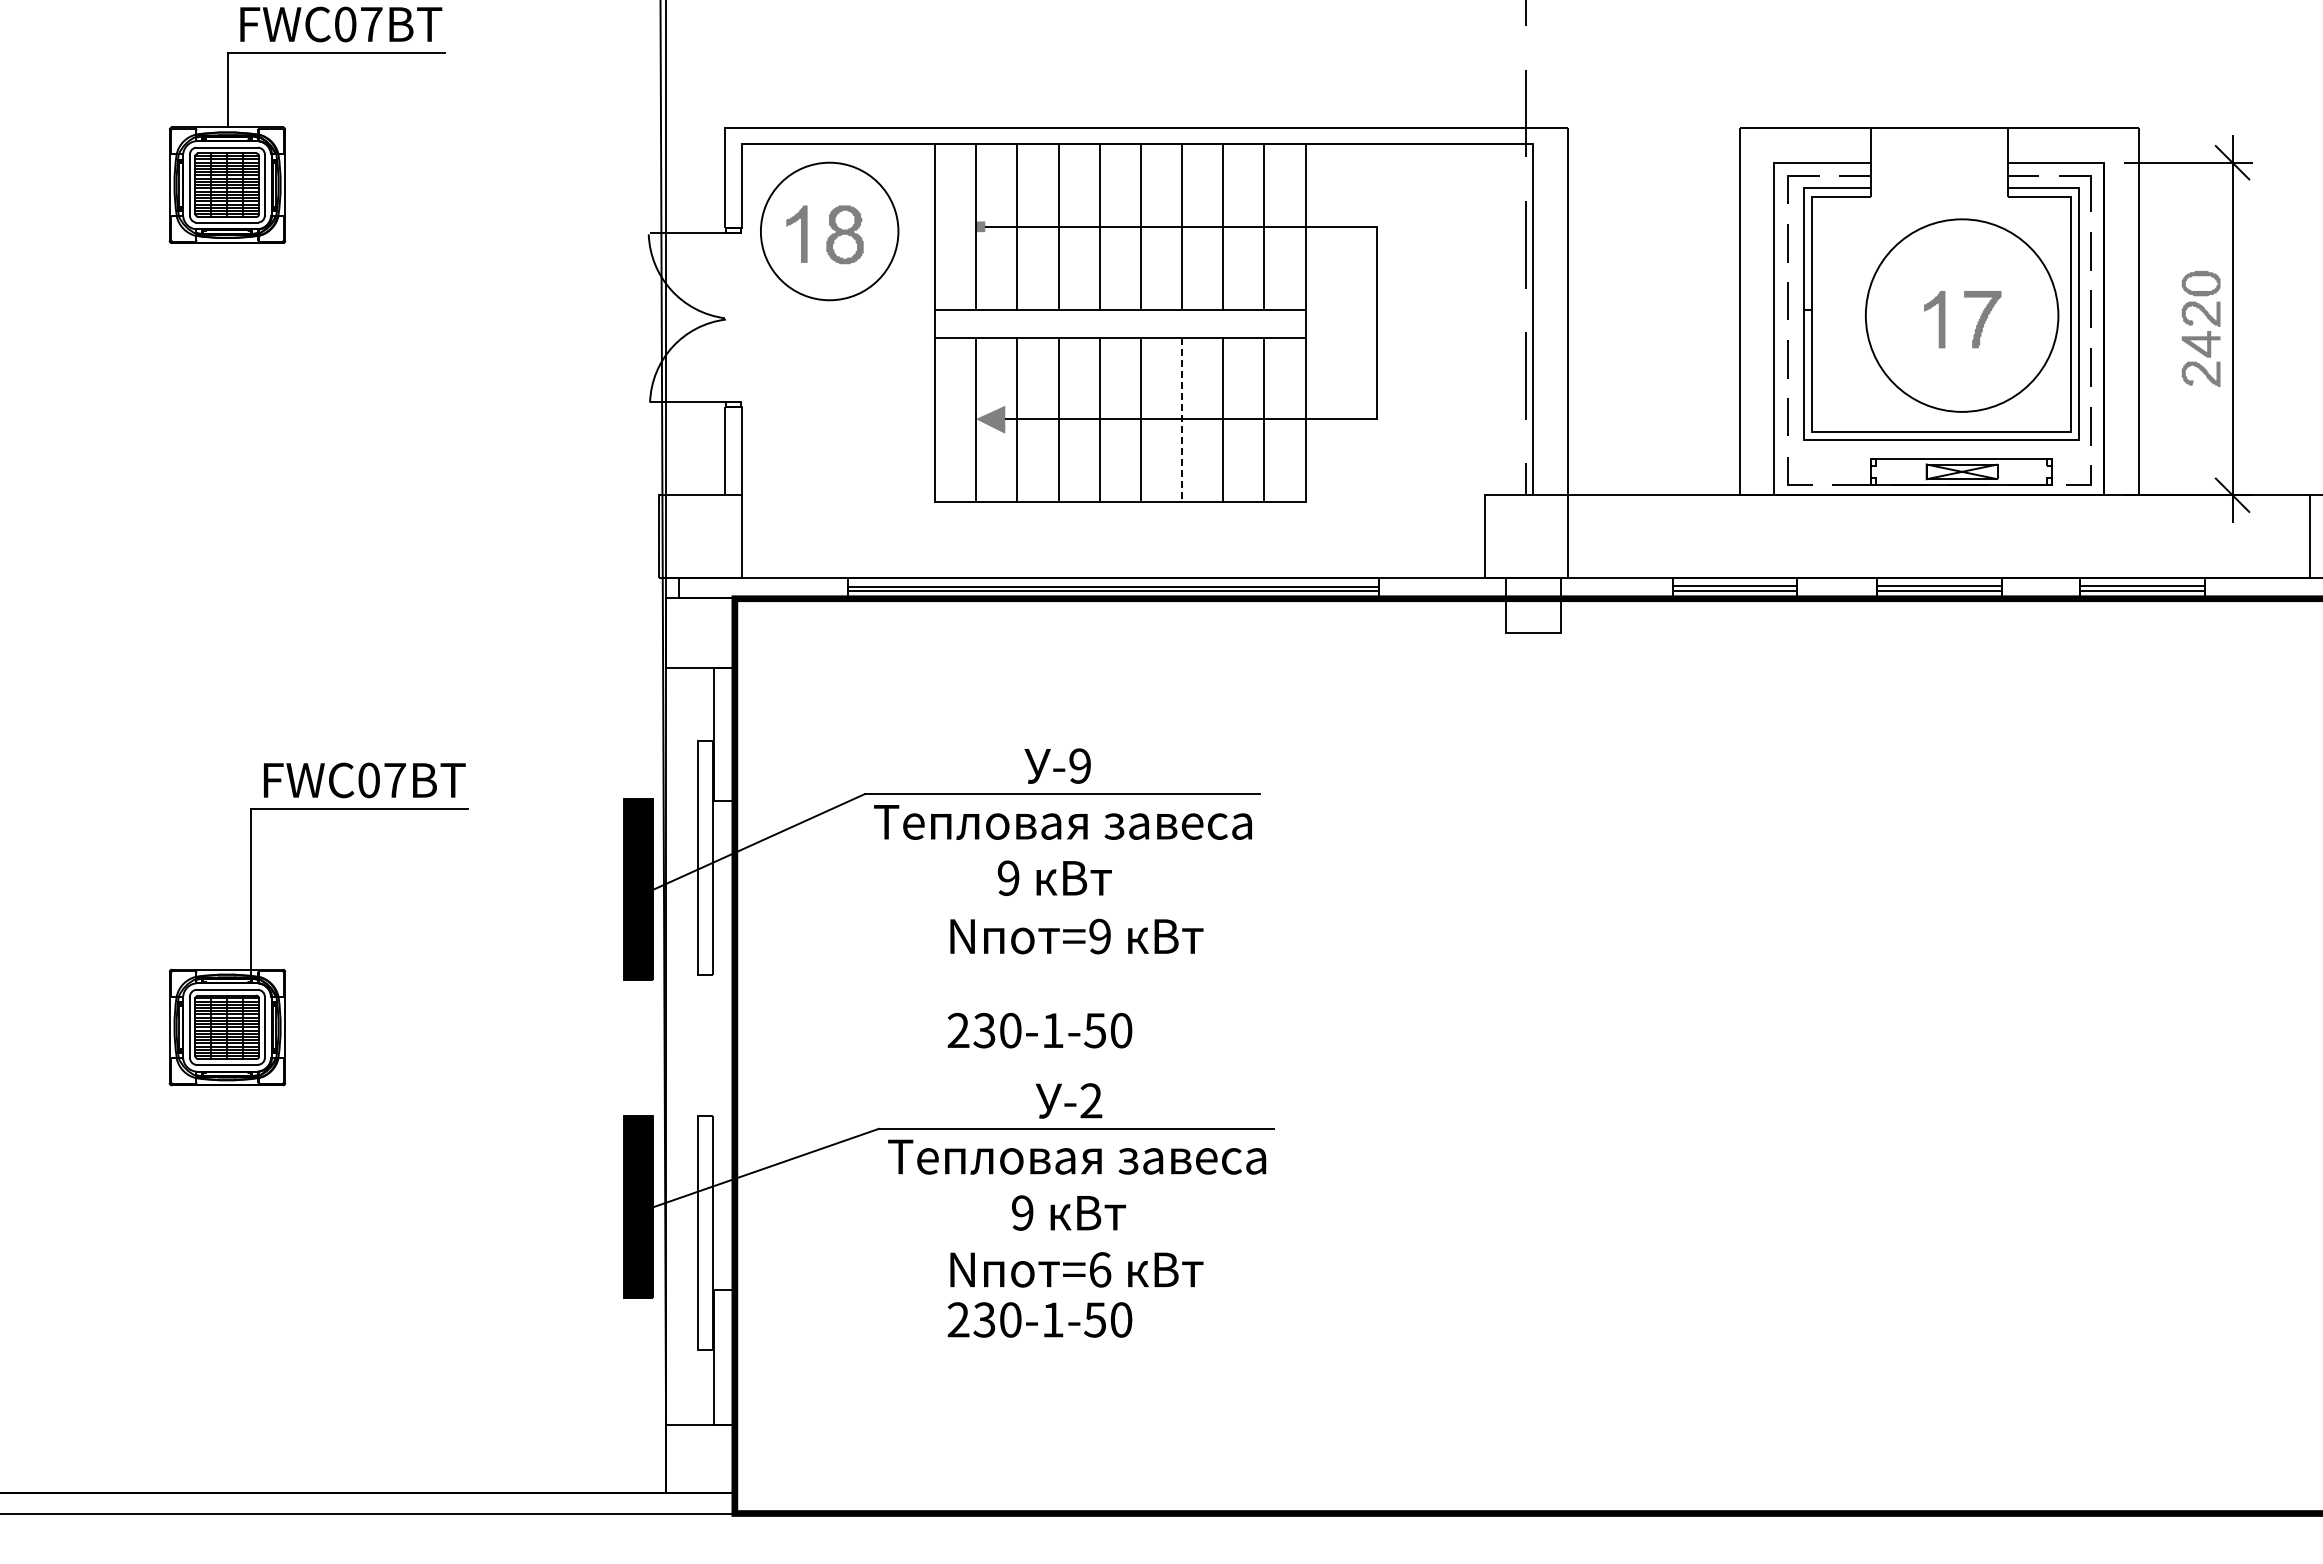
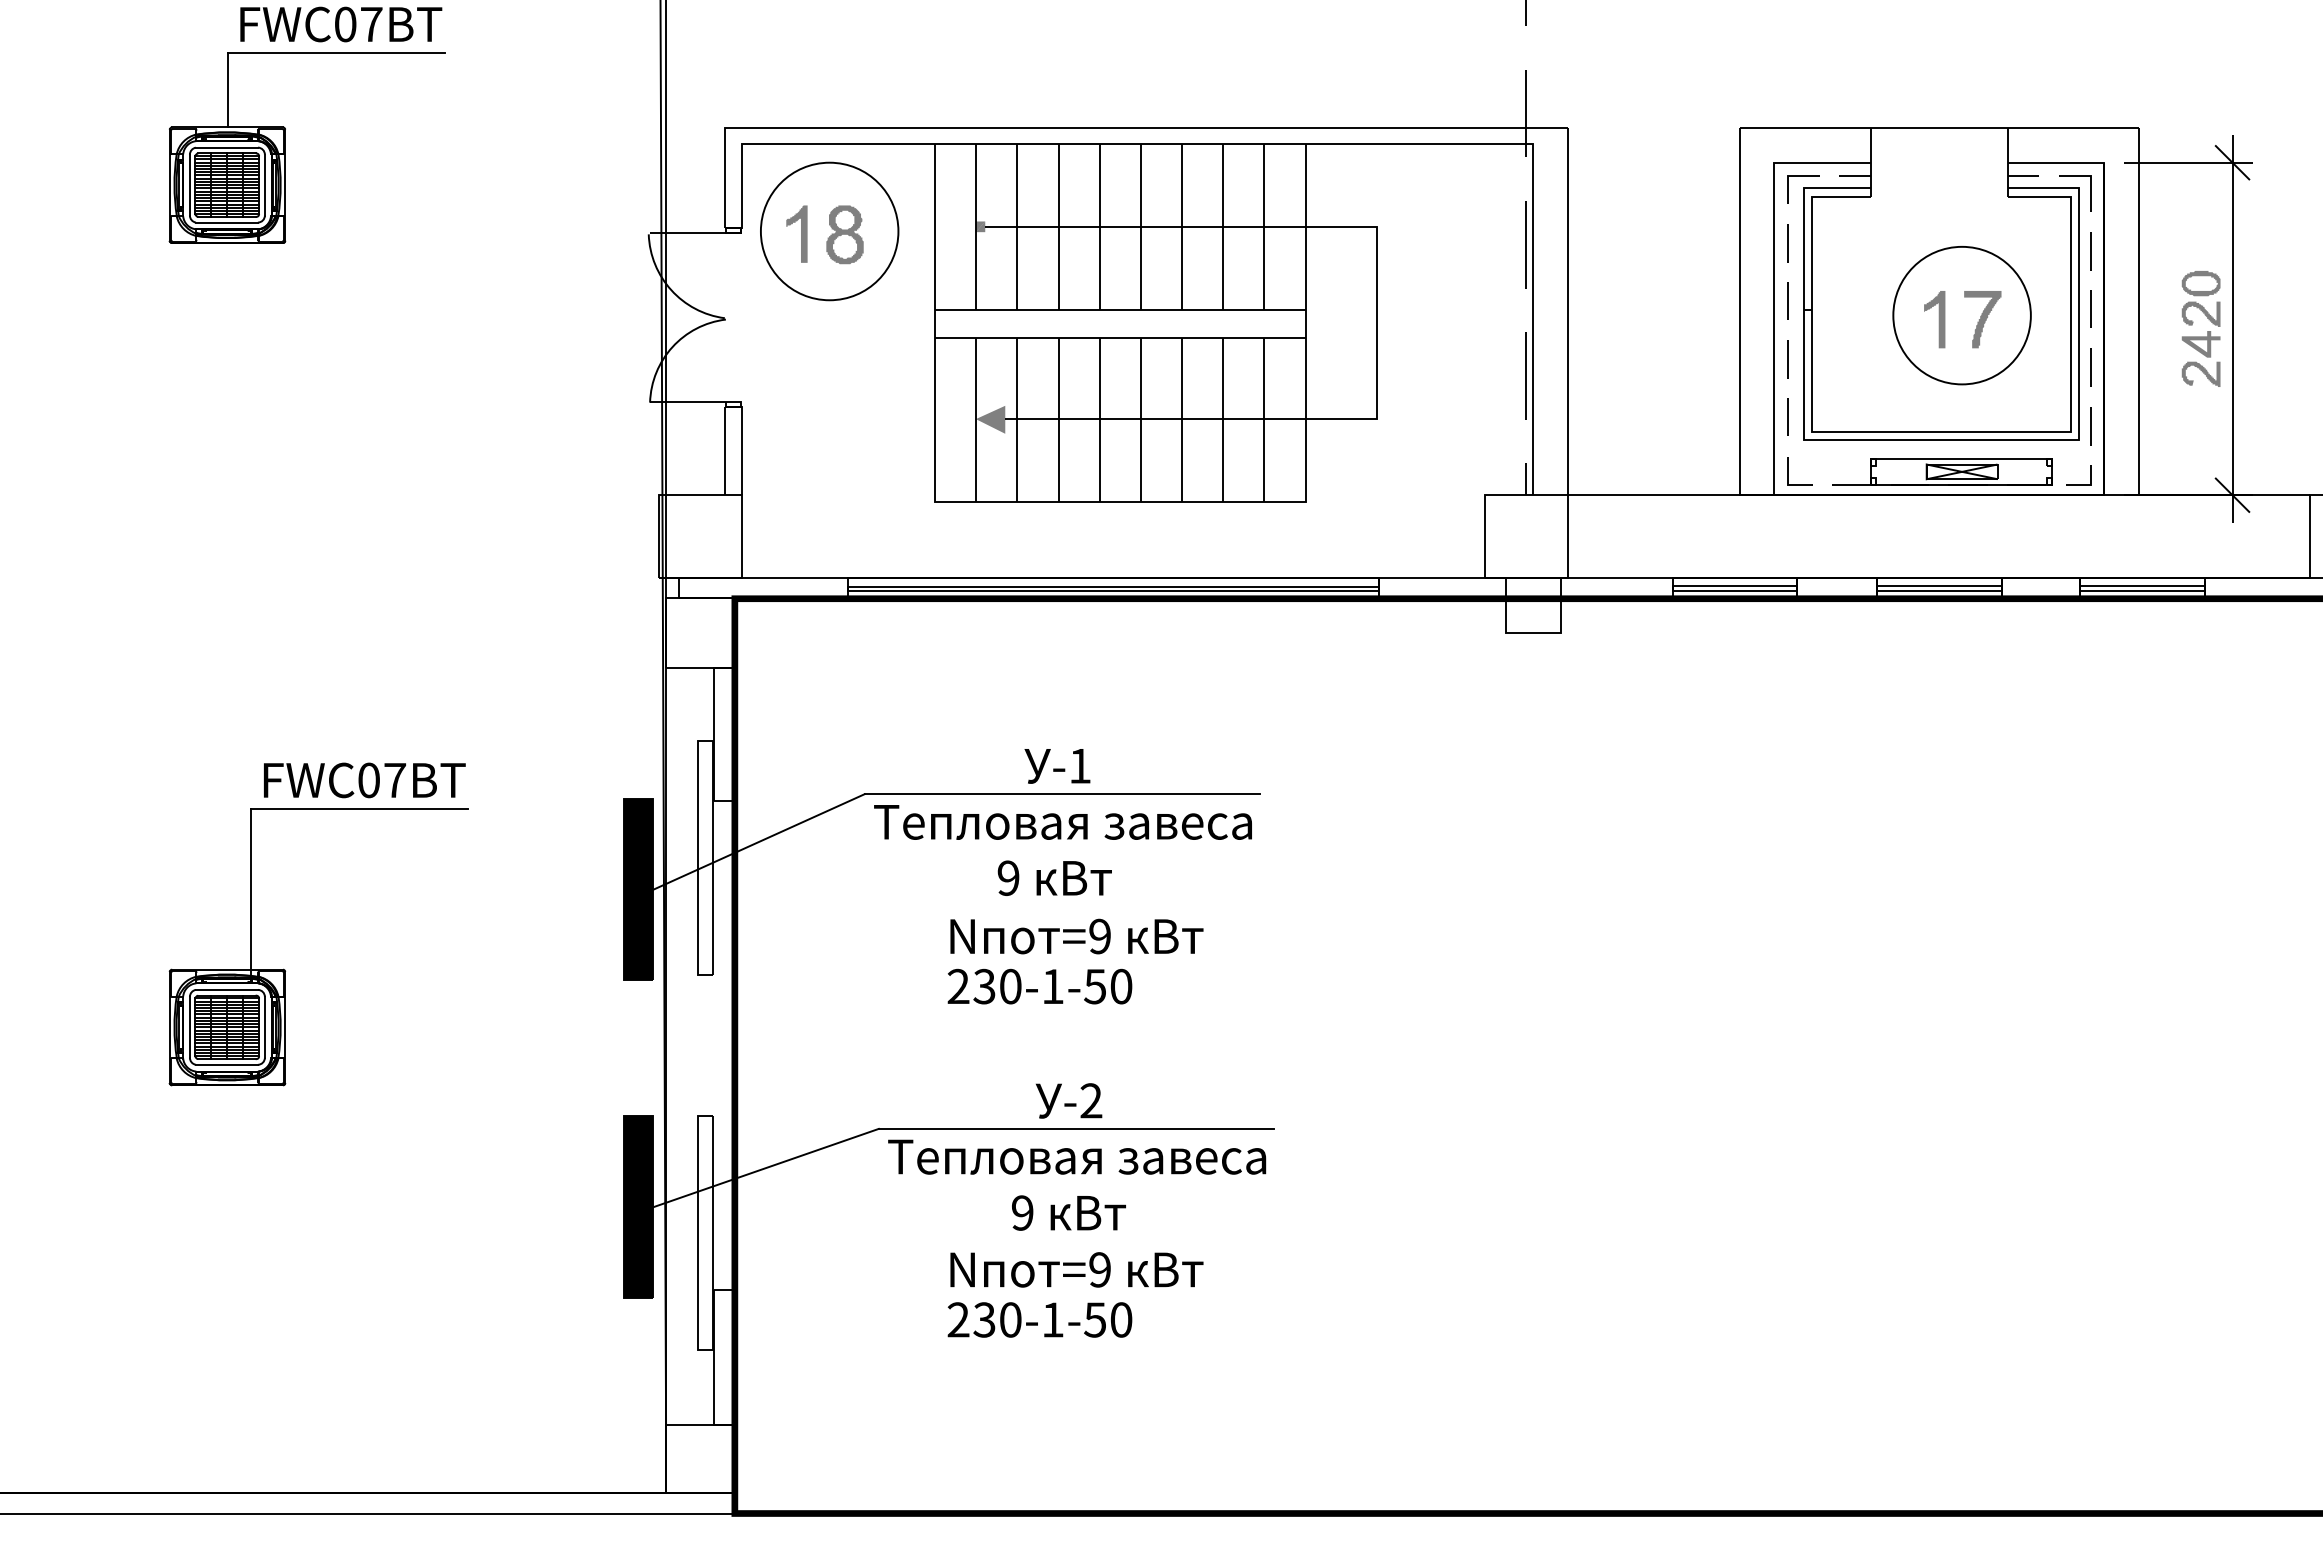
circle at (1961, 315) diameter: 193 px -> 138 px
line at (1181, 420): dashed -> solid
text at (1079, 765): -9 -> -1
text at (1039, 1030) position: (1039, 1030) -> (1039, 986)
text at (1100, 1269): =6 -> =9
